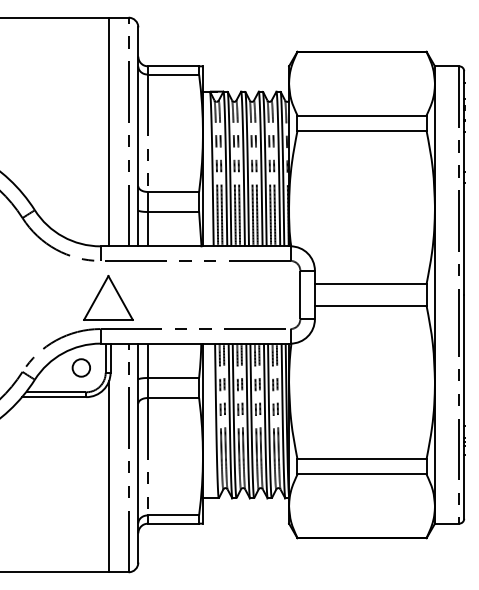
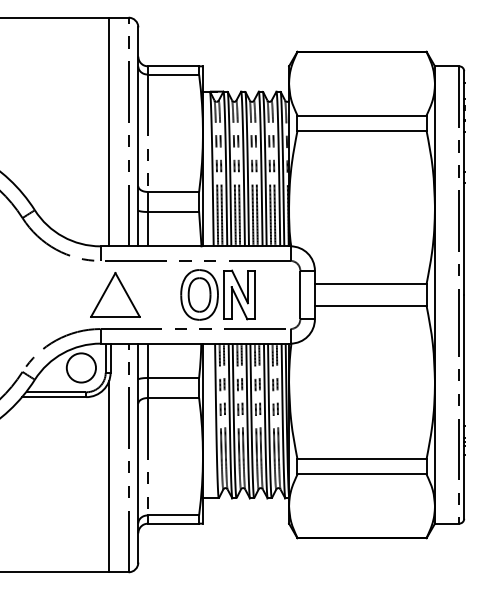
part at (217, 294): none -> present
part at (108, 297) position: (108, 297) -> (115, 294)
circle at (81, 367) diameter: 18 px -> 29 px
